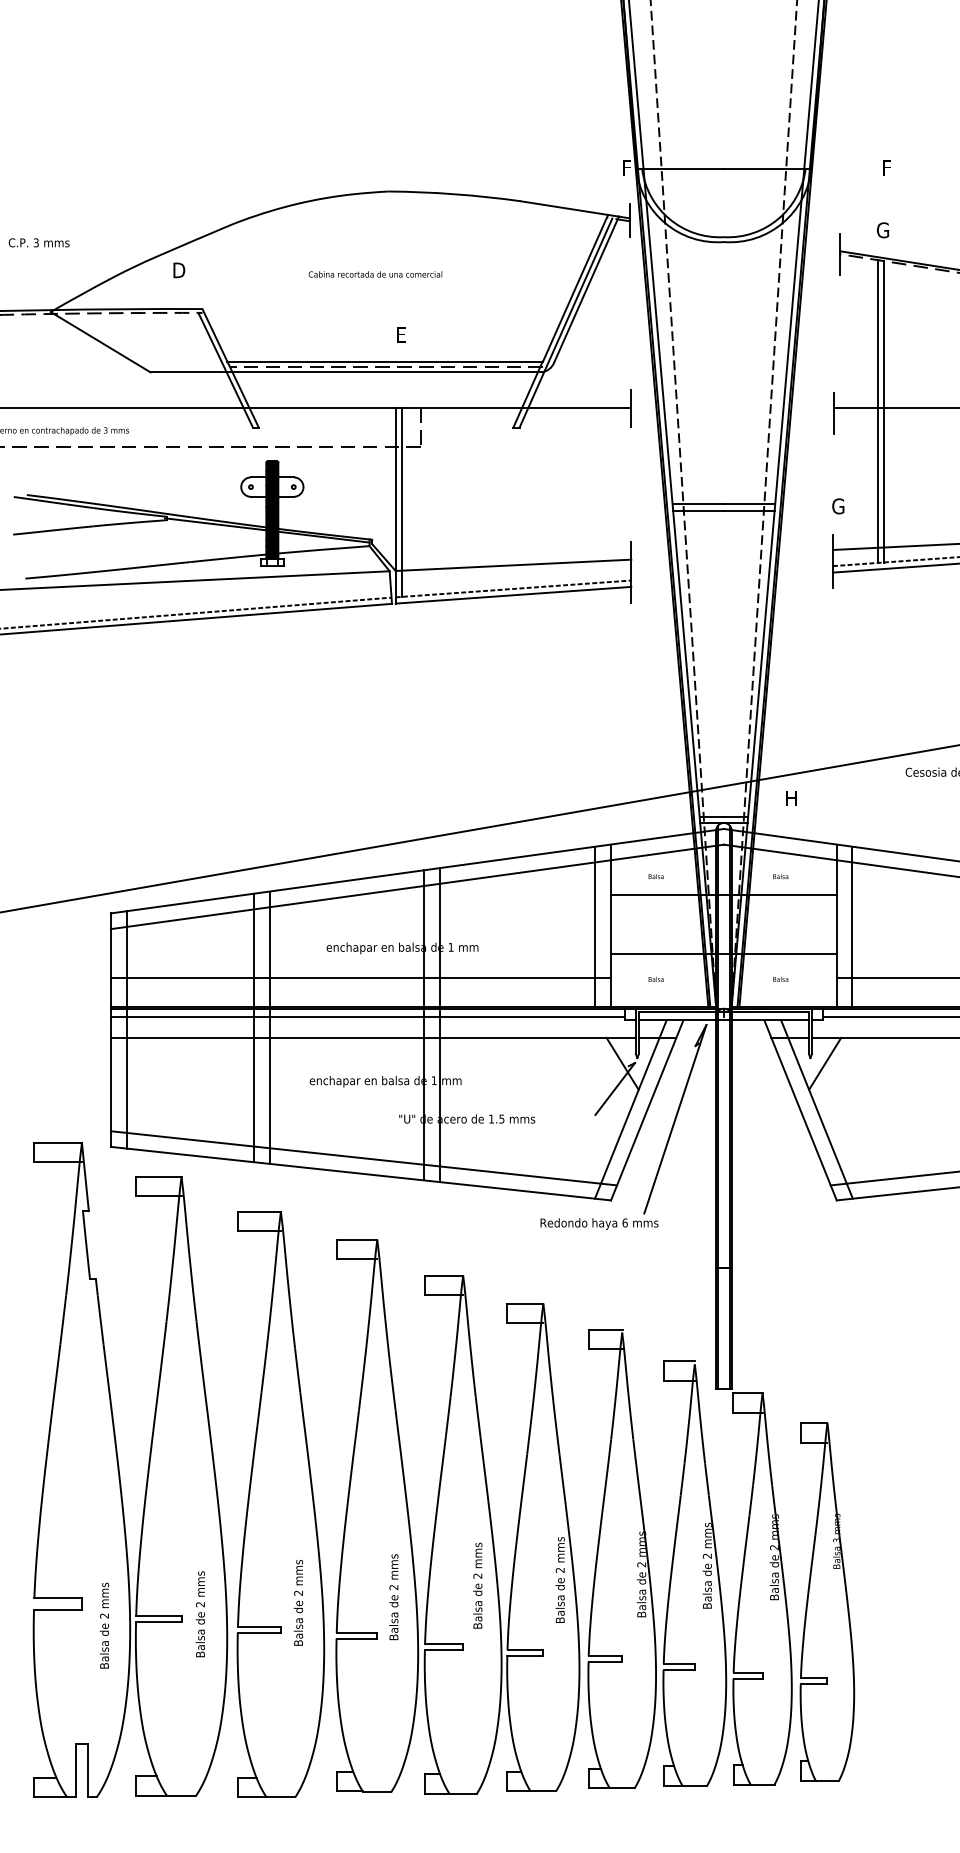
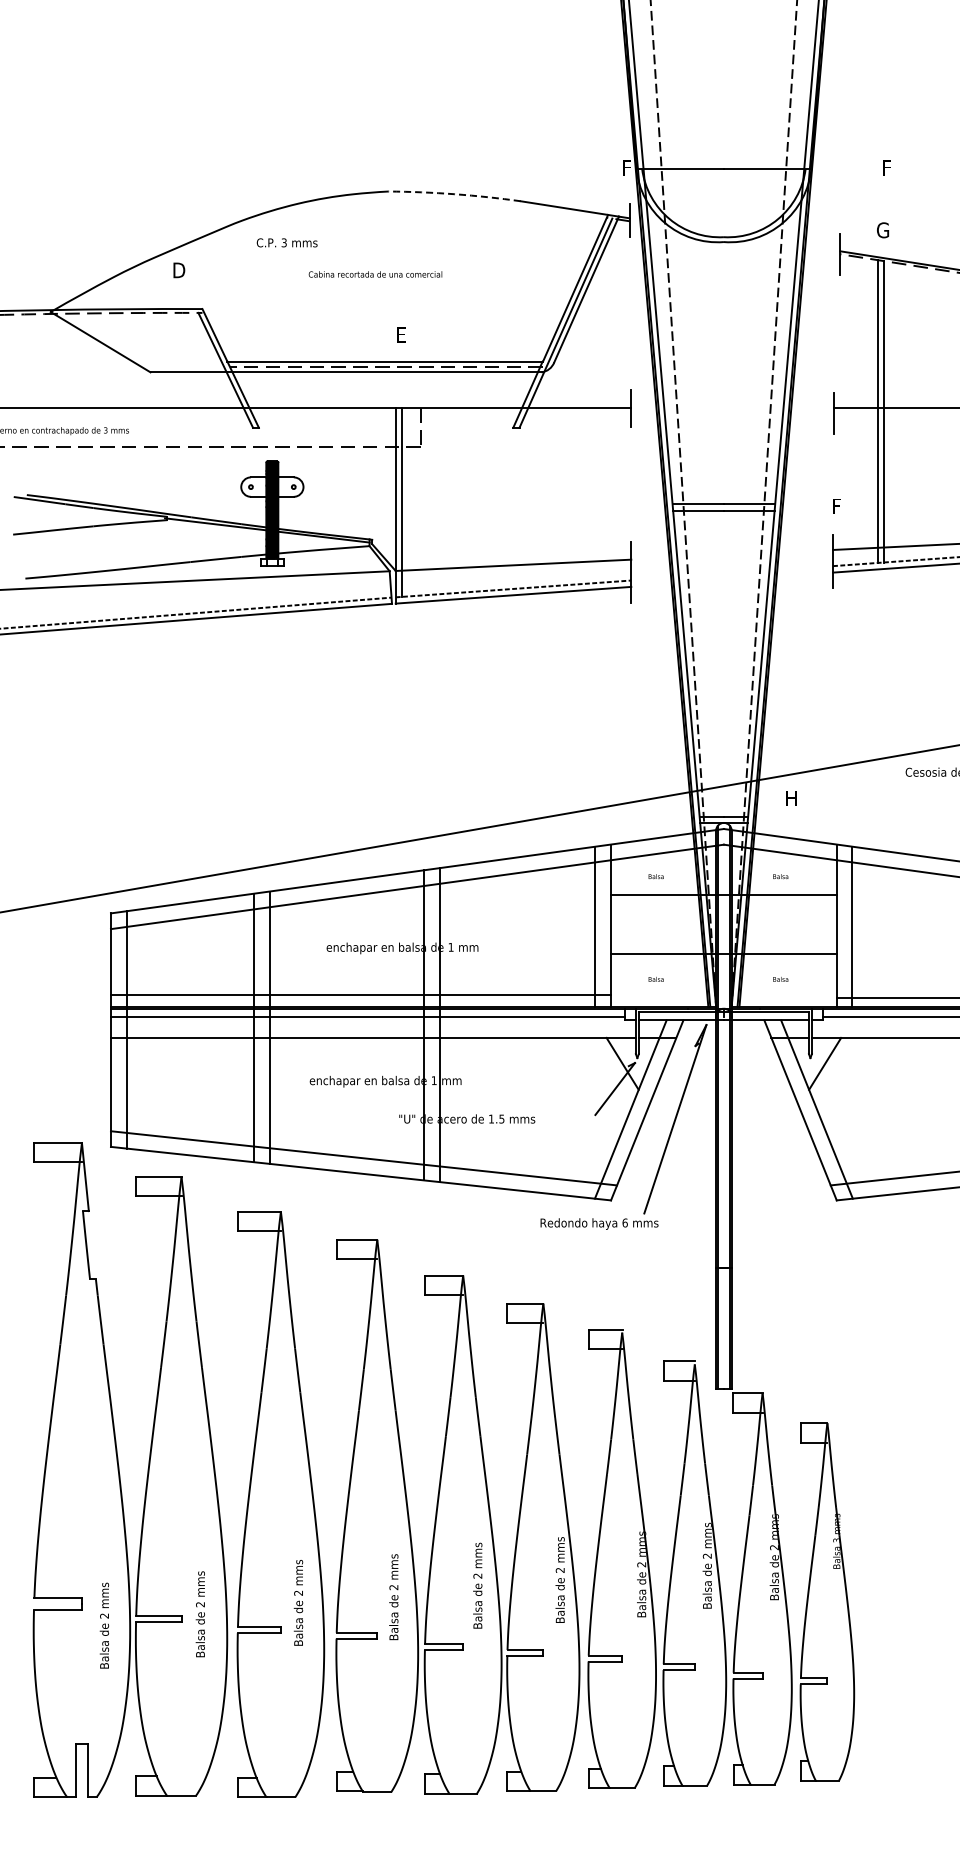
arc at (454, 194): solid -> dashed
text at (38, 242) position: (38, 242) -> (286, 242)
text at (838, 506): G -> F
line at (360, 977) position: (360, 977) -> (360, 994)
line at (896, 977) position: (896, 977) -> (896, 997)
